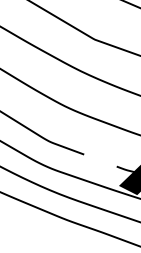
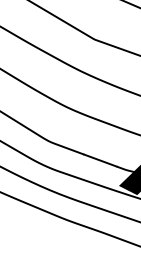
line at (100, 160): none -> present
